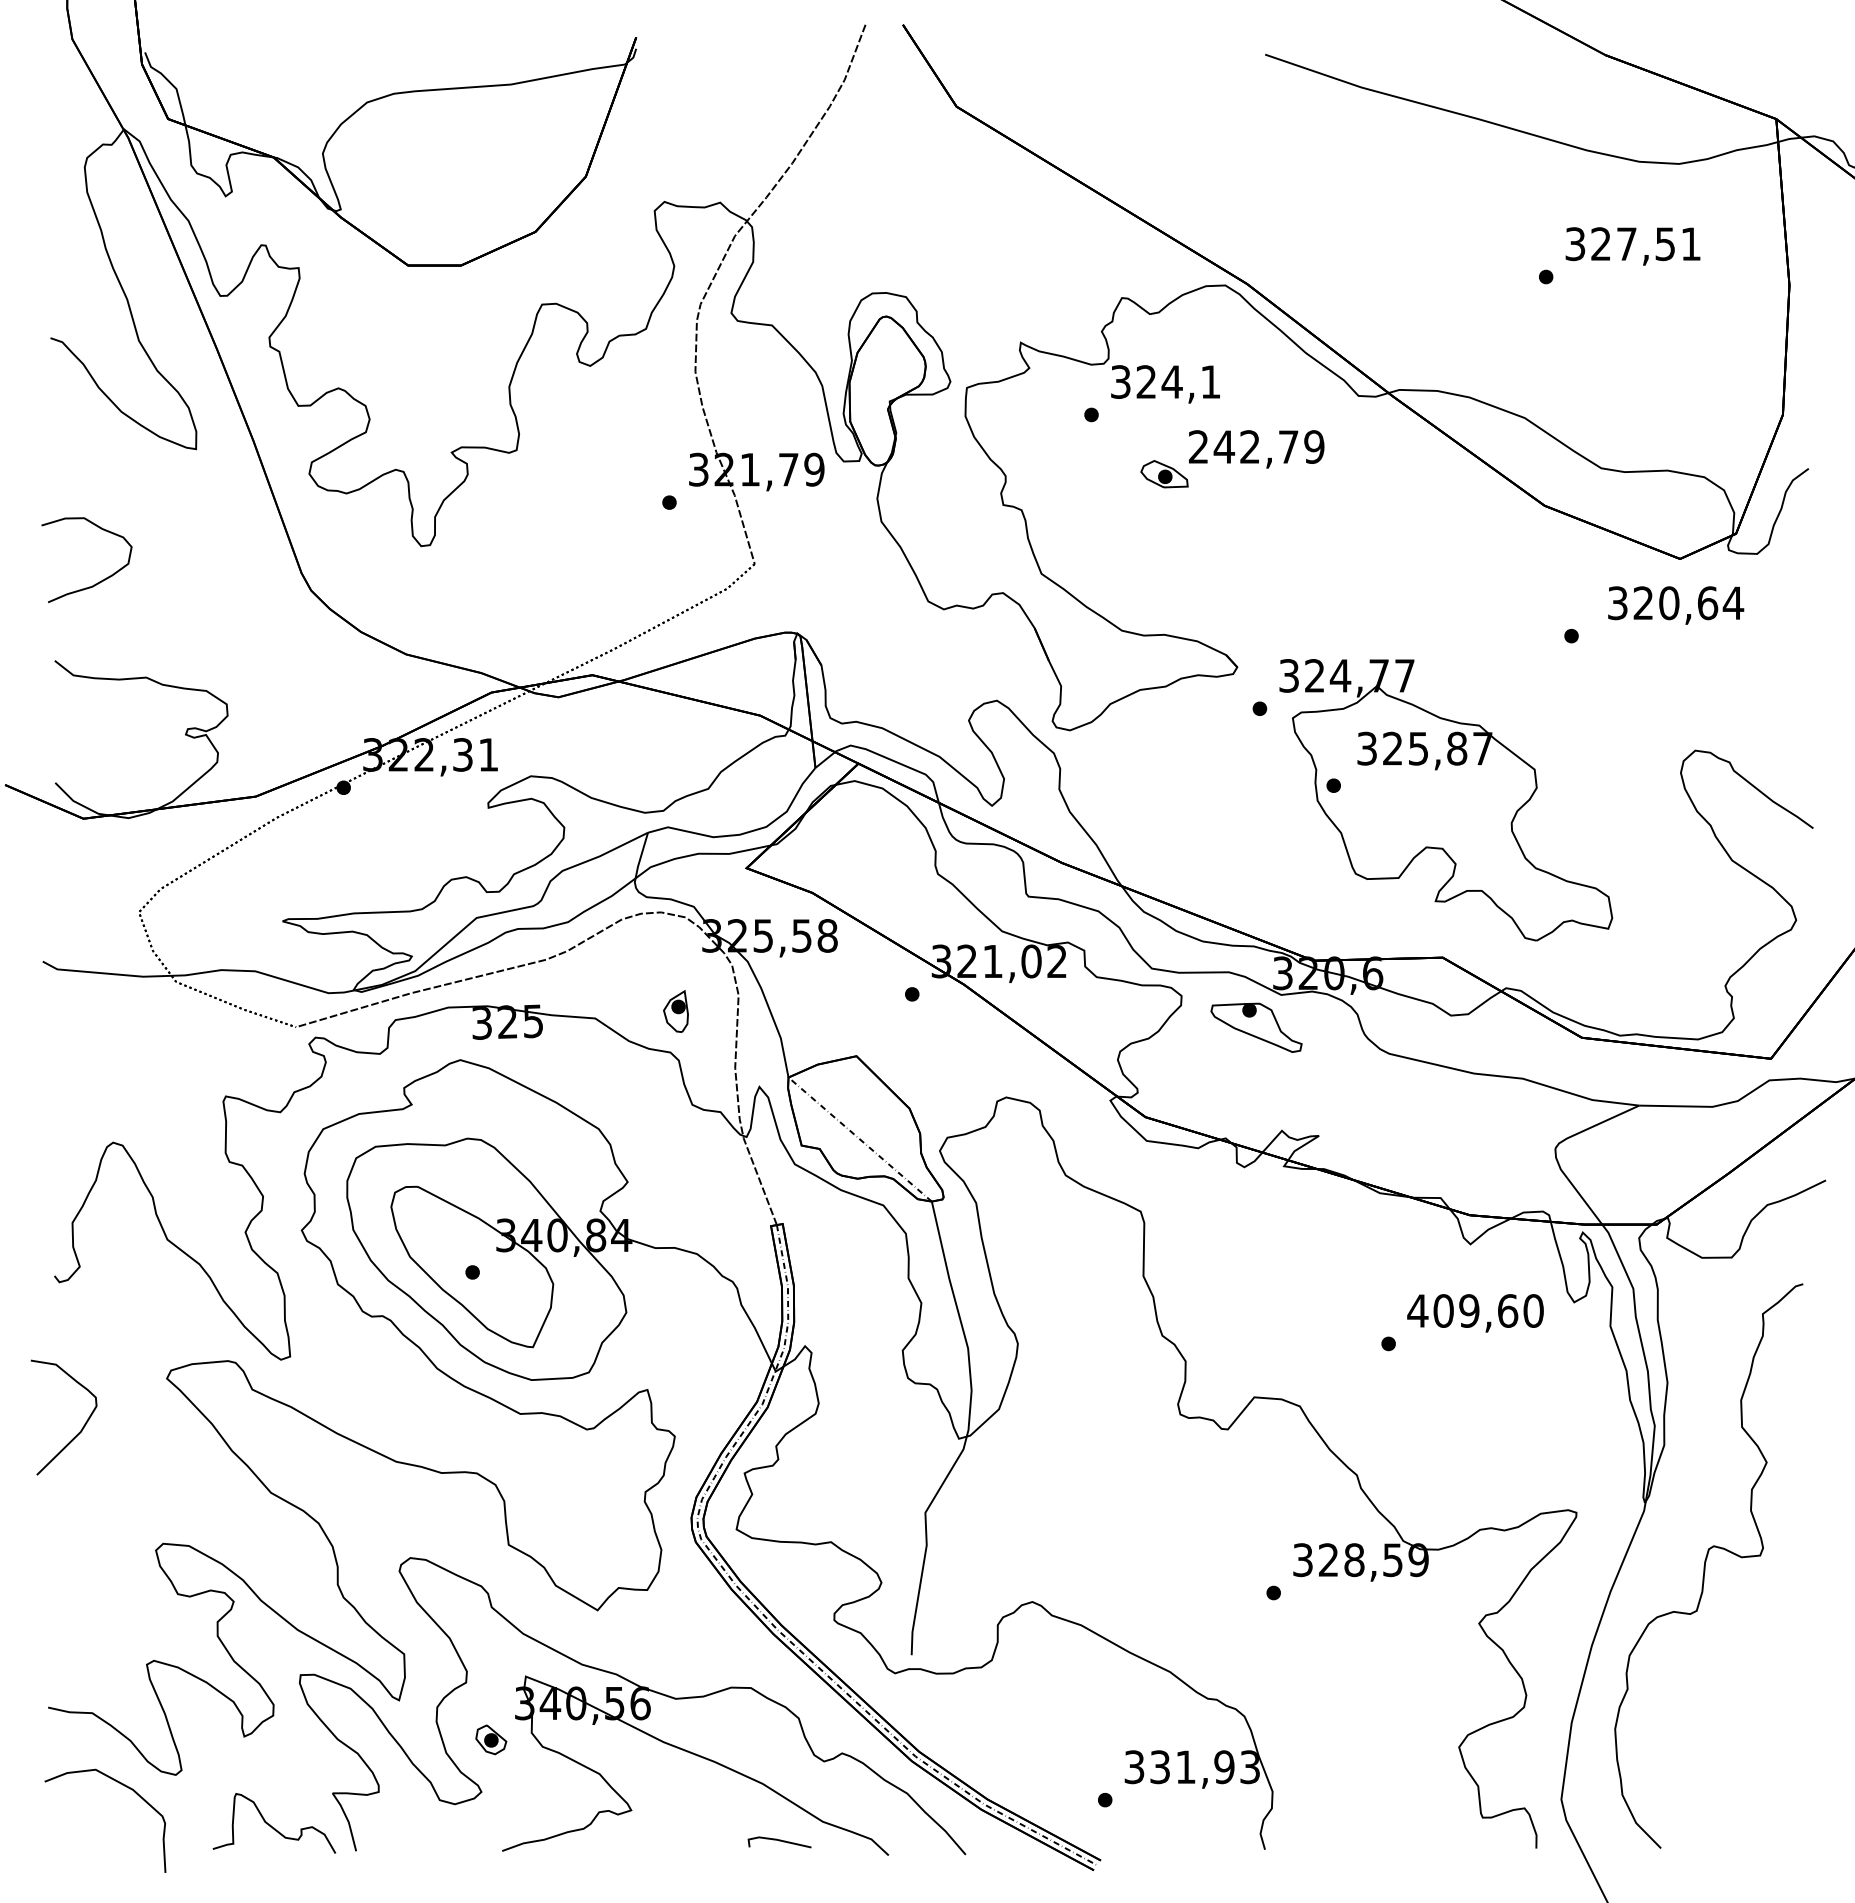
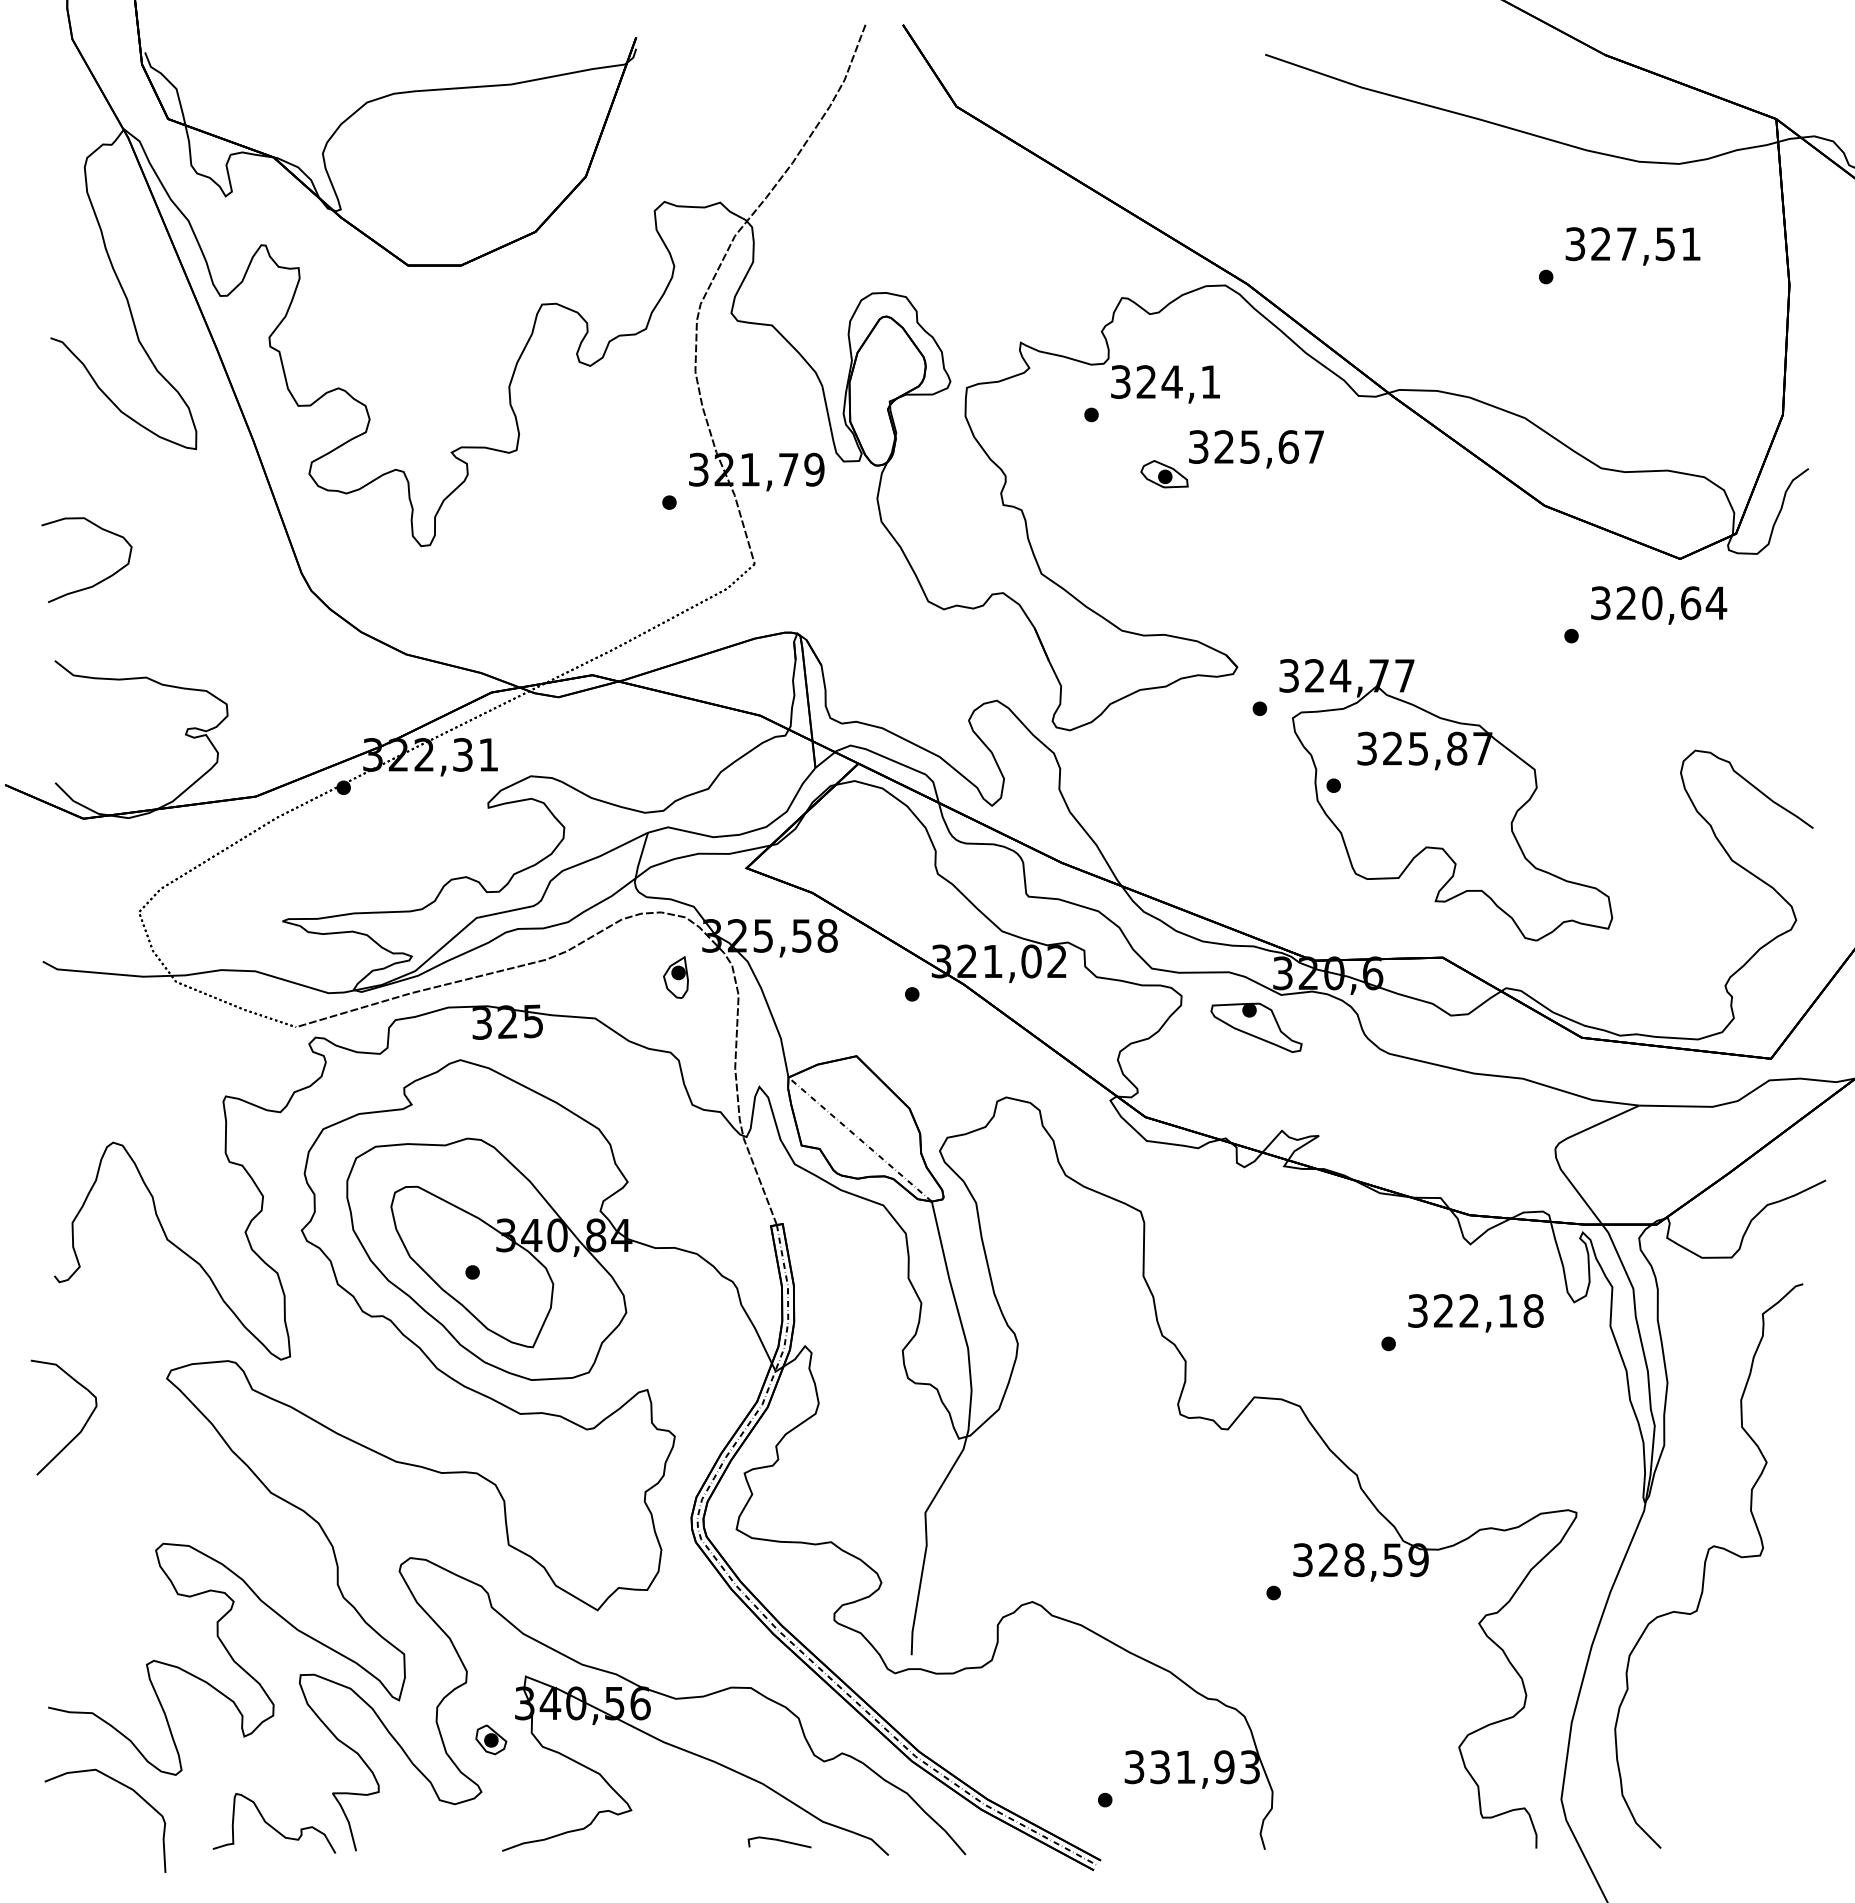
text at (1256, 446): 242,79 -> 325,67
text at (1676, 605) position: (1676, 605) -> (1659, 605)
part at (675, 1011) position: (675, 1011) -> (675, 977)
text at (1475, 1310): 409,60 -> 322,18
